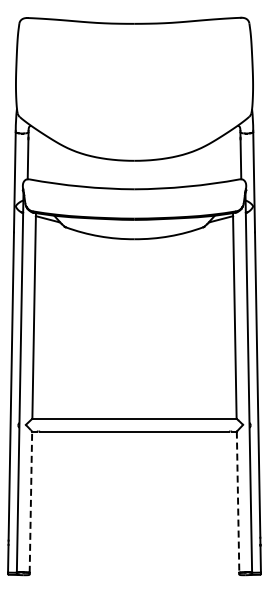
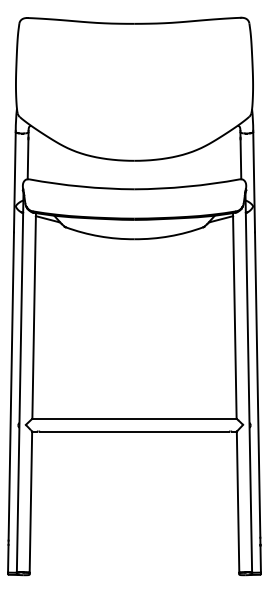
line at (30, 502): dashed -> solid
line at (238, 502): dashed -> solid
